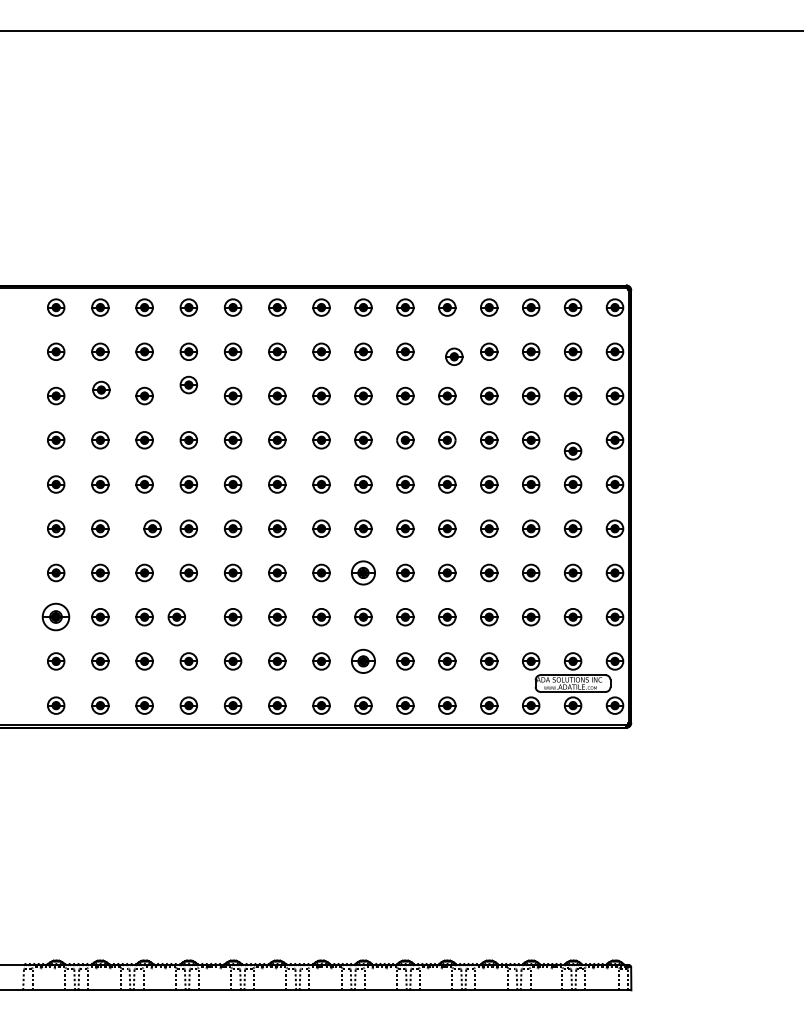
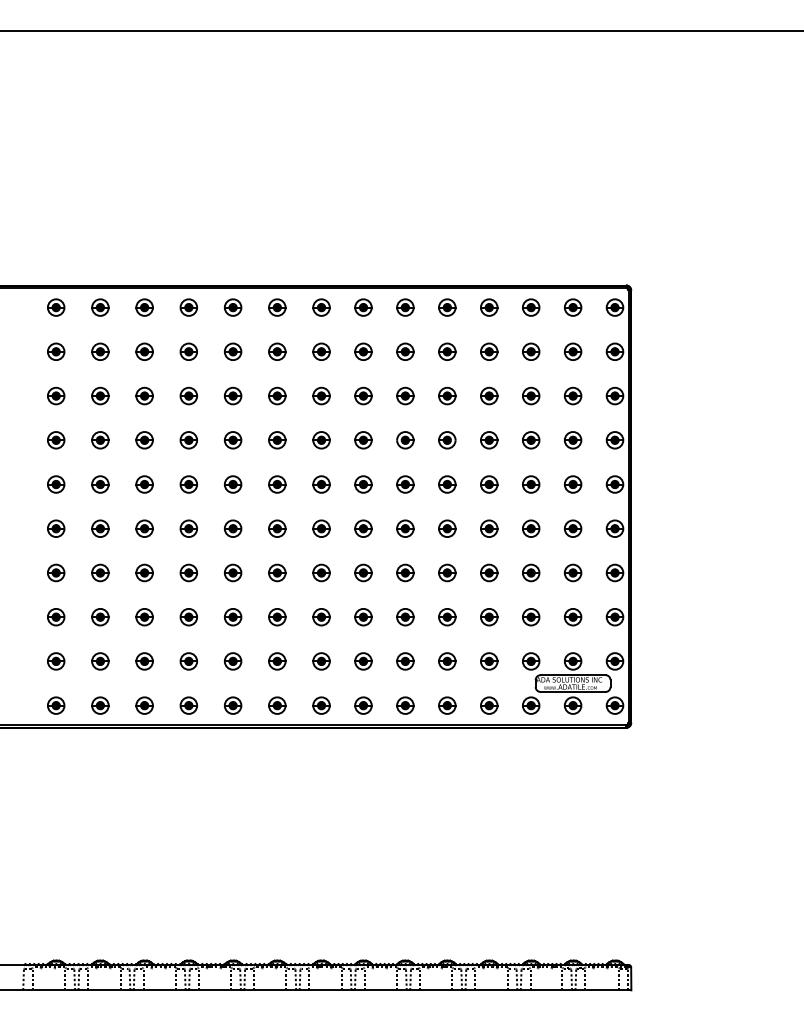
part at (454, 356) position: (454, 356) -> (447, 351)
part at (188, 384) position: (188, 384) -> (188, 395)
part at (101, 389) position: (101, 389) -> (100, 395)
part at (573, 451) position: (573, 451) -> (573, 440)
part at (152, 528) position: (152, 528) -> (144, 528)
part at (363, 572) size: 25x26 px -> 19x20 px
part at (55, 616) size: 30x30 px -> 19x19 px
part at (176, 617) position: (176, 617) -> (188, 617)
part at (363, 660) size: 25x26 px -> 19x19 px
